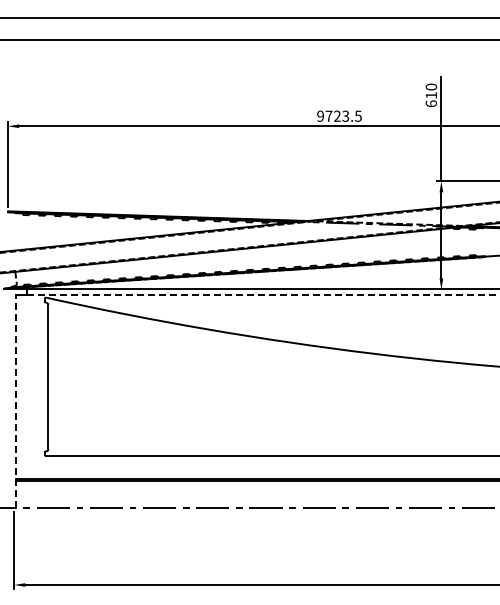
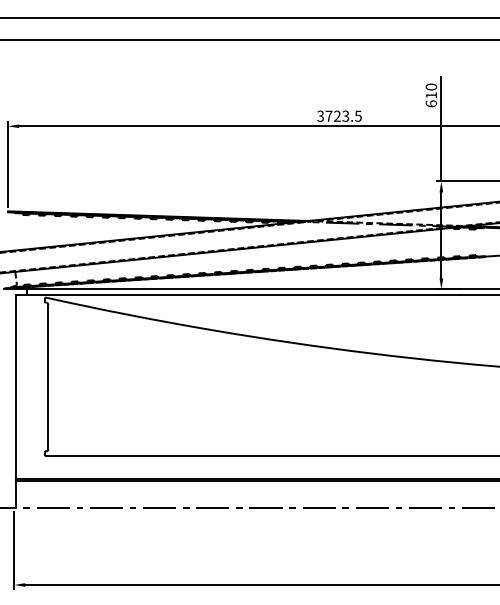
text at (320, 116): 9723.5 -> 3723.5
line at (263, 294): dashed -> solid
line at (16, 400): dashed -> solid
